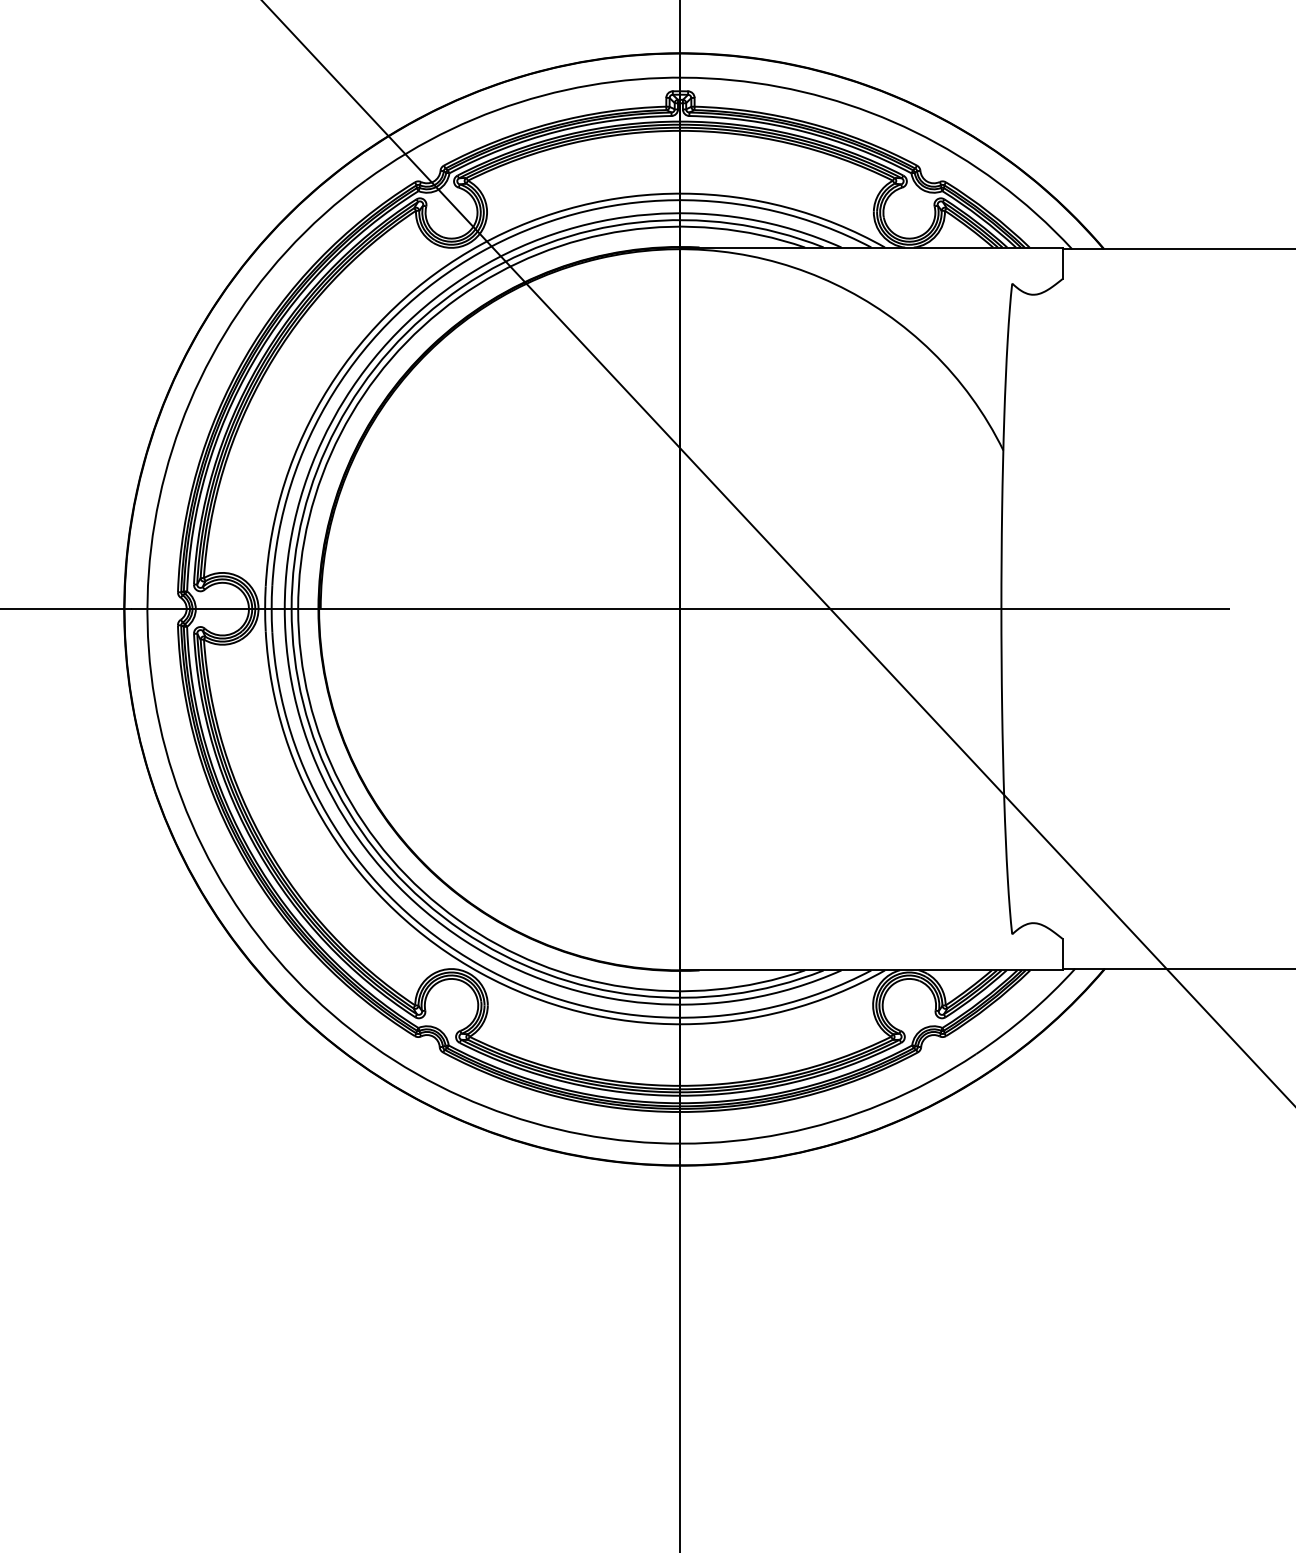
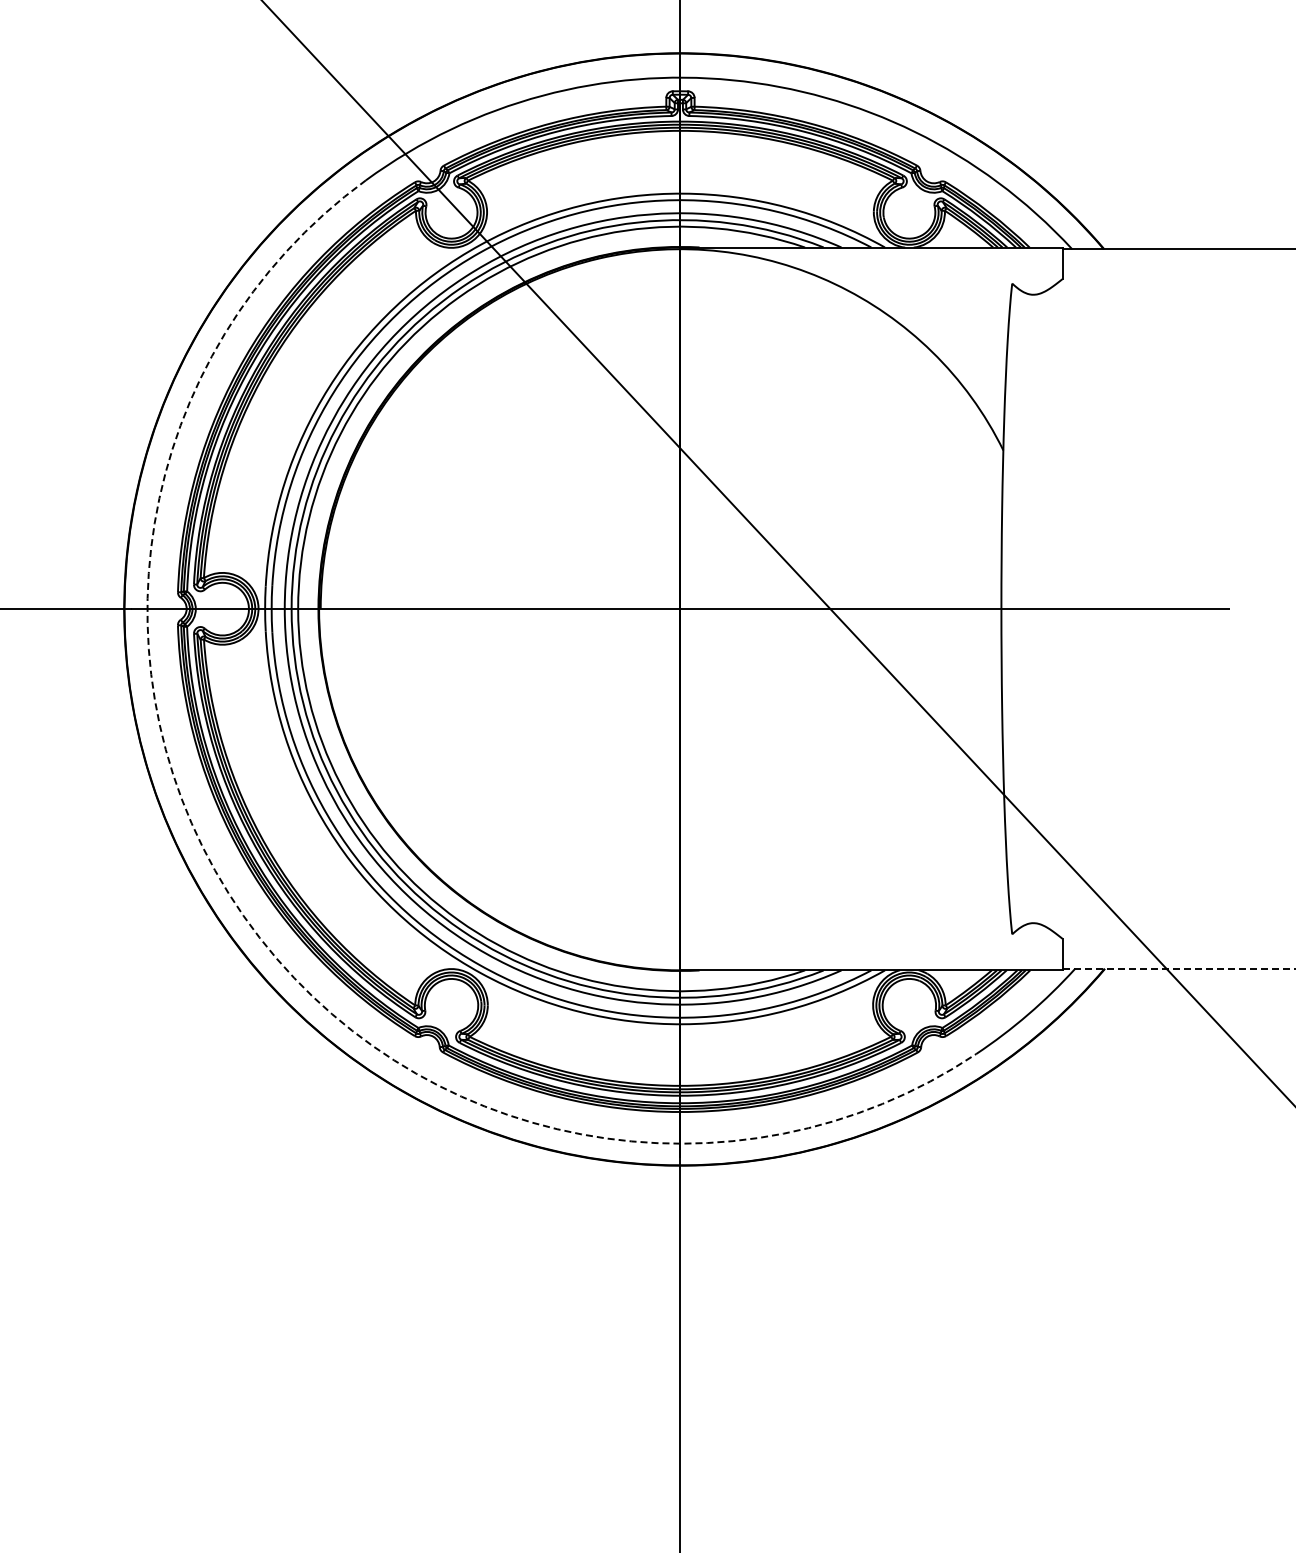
arc at (243, 915): solid -> dashed
line at (1179, 968): solid -> dashed
